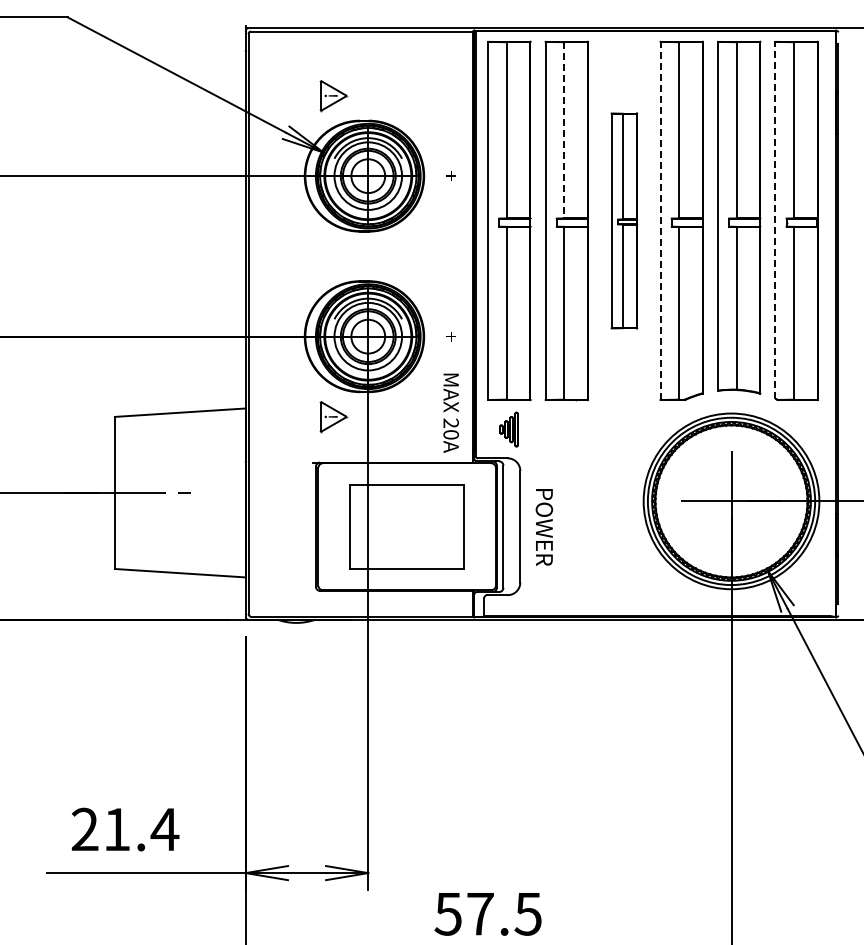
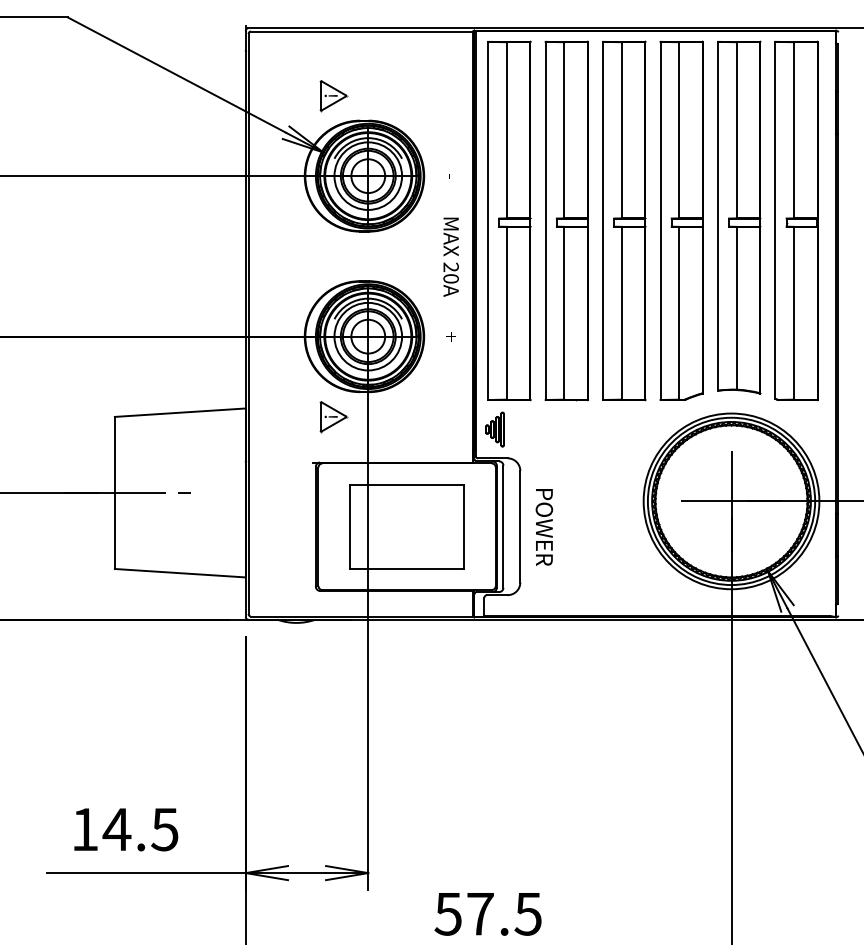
line at (564, 130): dashed -> solid
text at (450, 175): + -> -
part at (624, 220) size: 29x218 px -> 45x362 px
line at (660, 220): dashed -> solid
line at (775, 220): dashed -> solid
text at (450, 412) position: (450, 412) -> (450, 256)
part at (508, 429) position: (508, 429) -> (494, 429)
text at (125, 829): 21.4 -> 14.5
